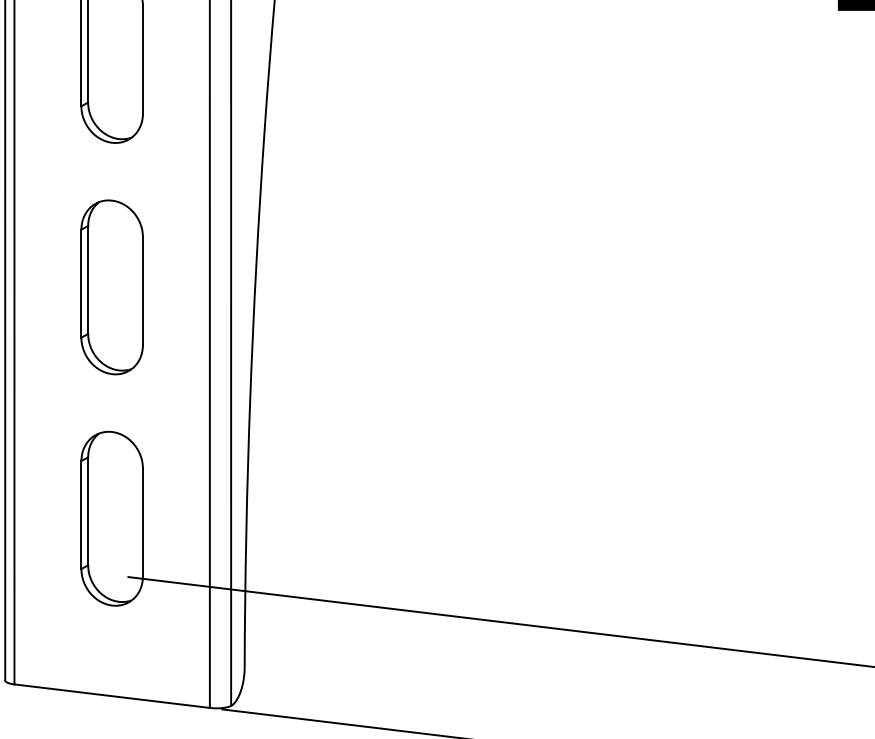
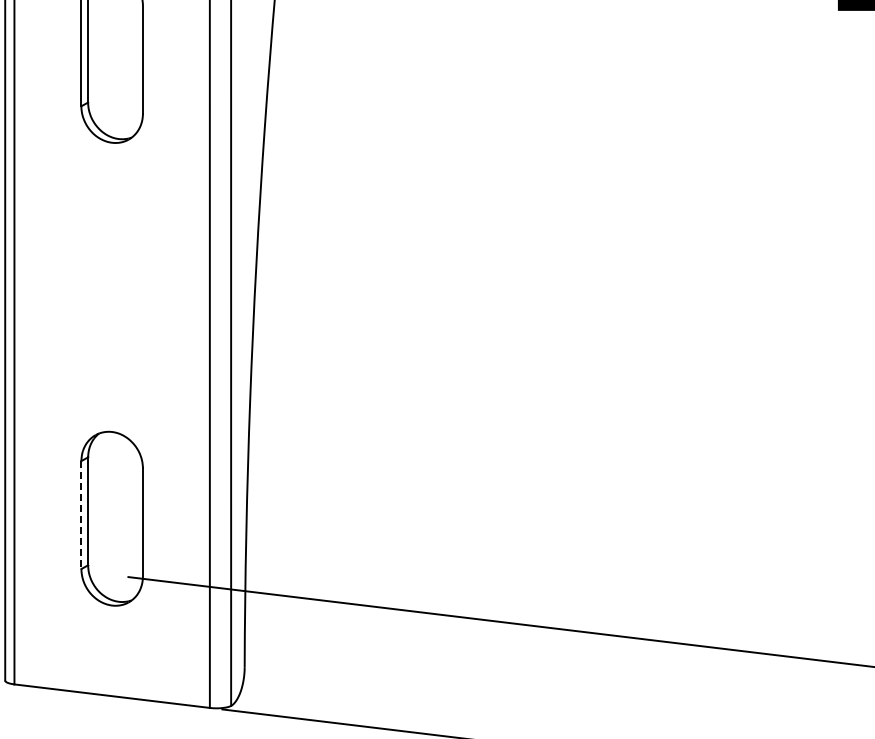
part at (111, 287): present -> none
line at (81, 515): solid -> dashed
